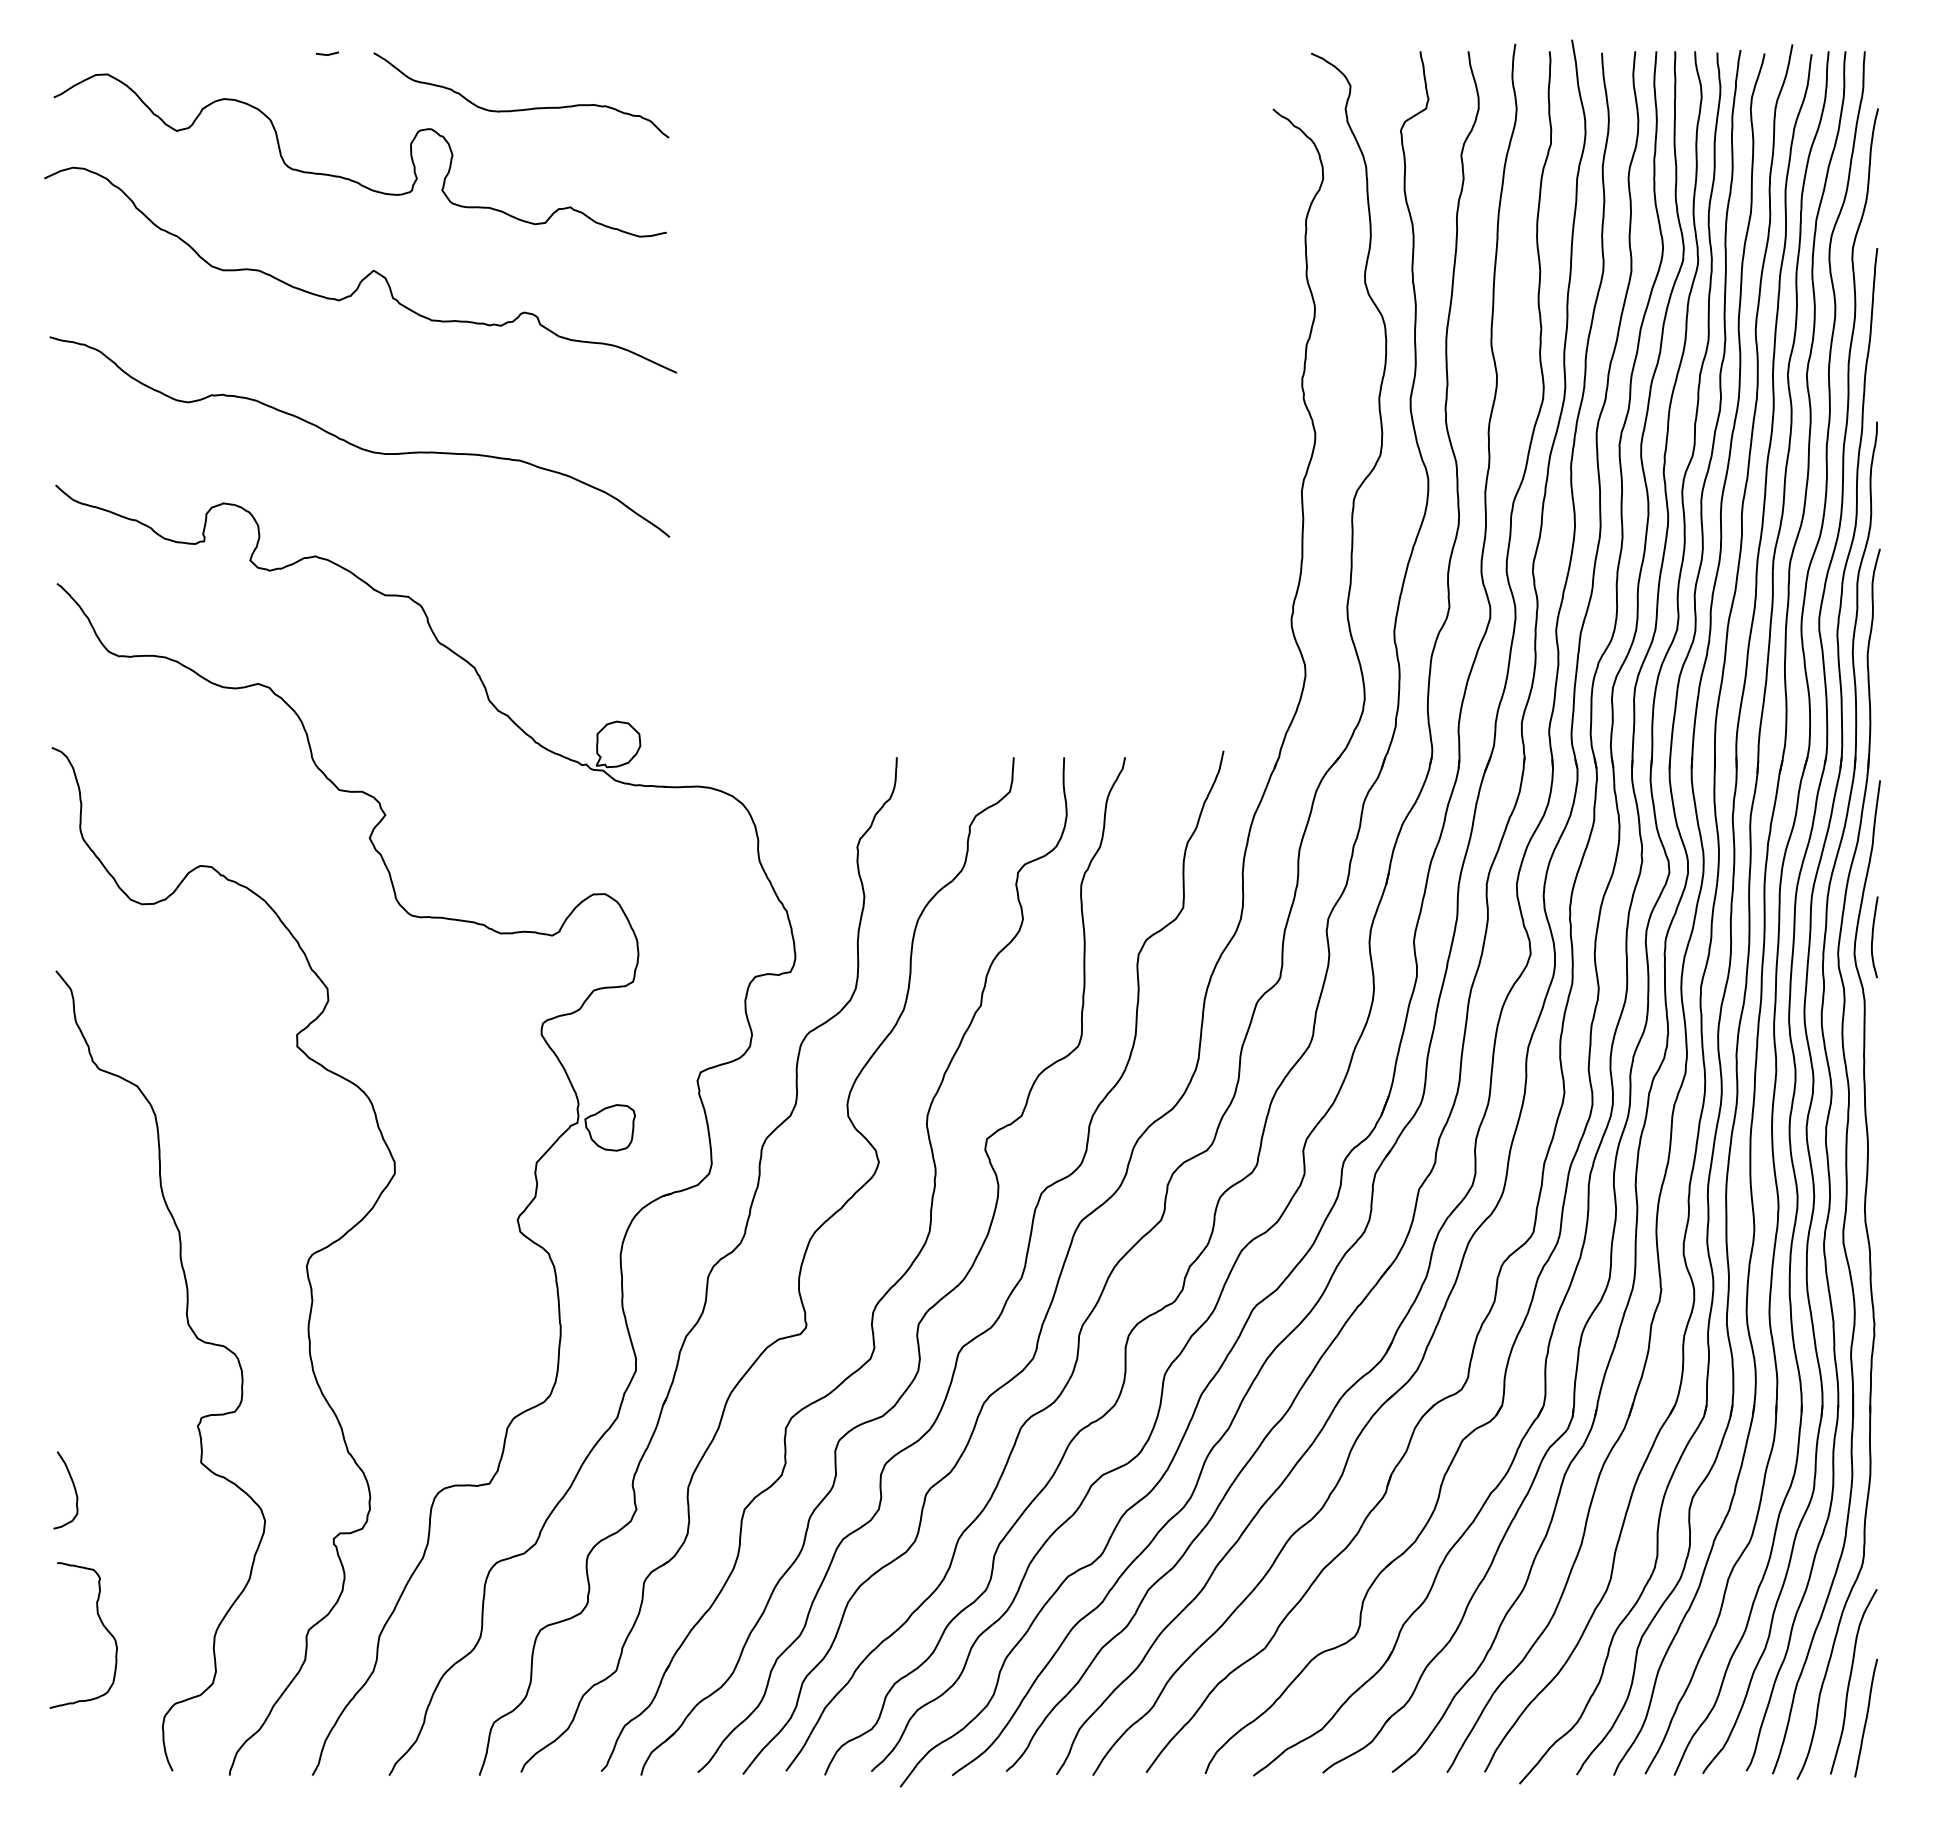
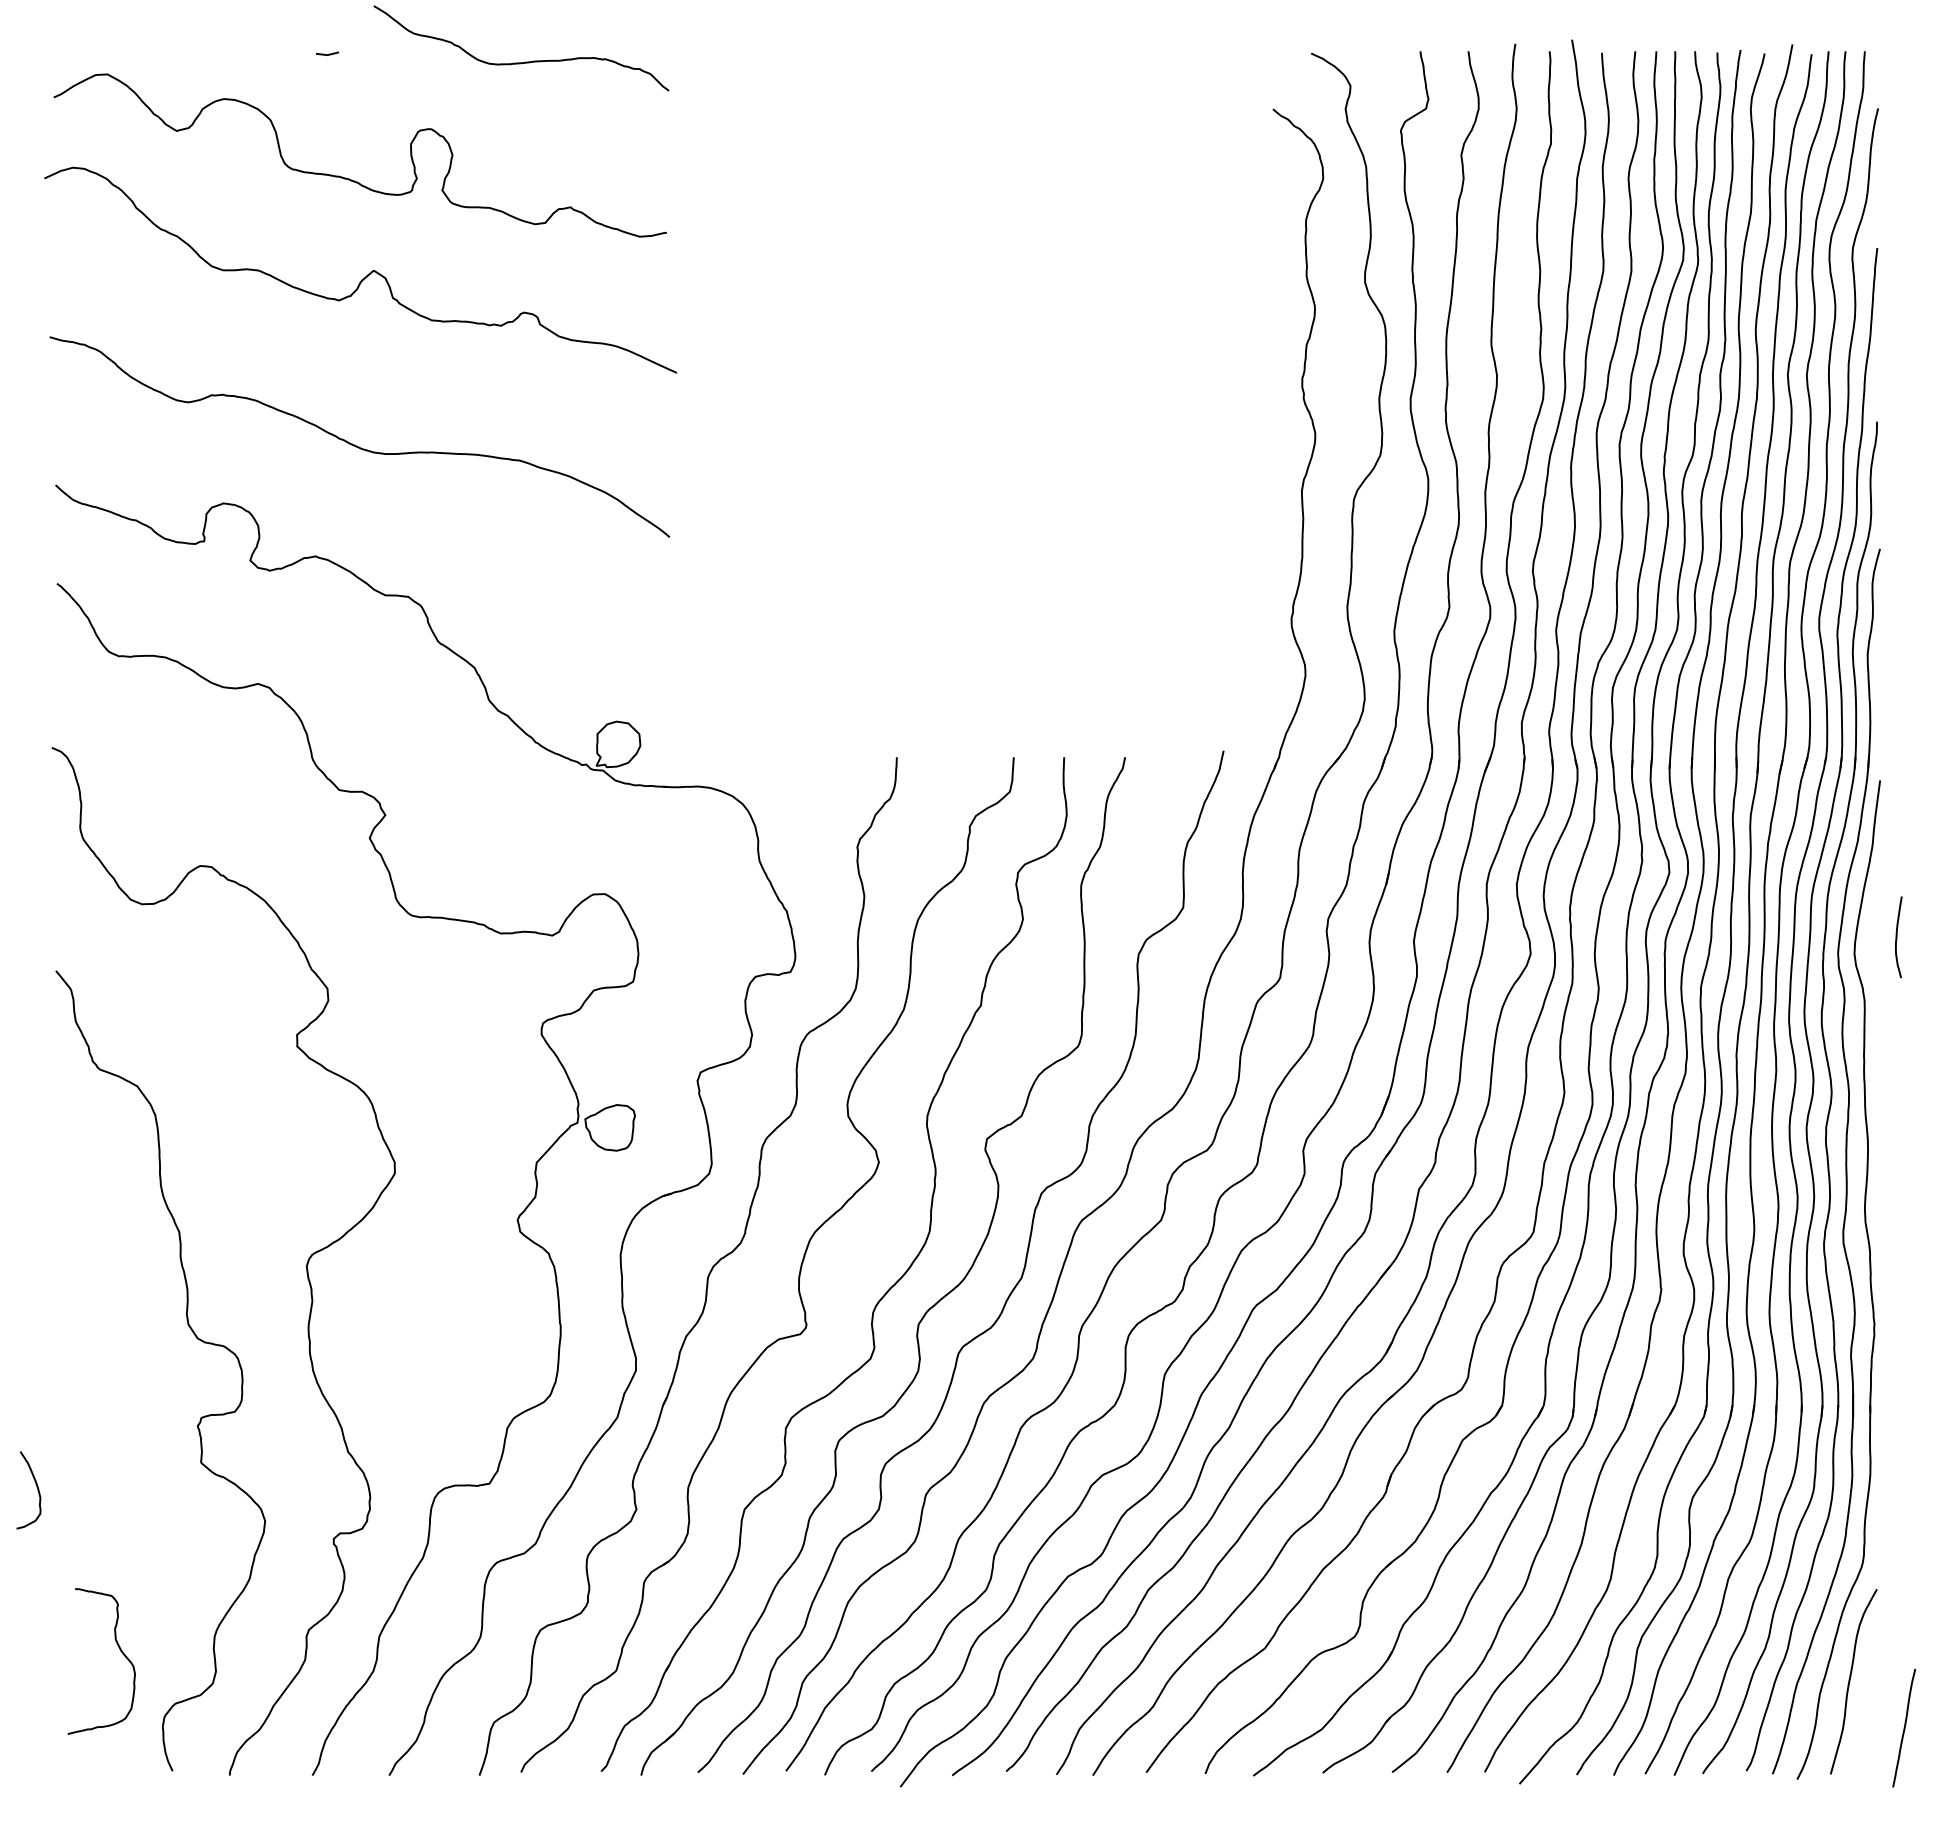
curve at (525, 108) position: (525, 108) -> (525, 61)
curve at (1873, 937) position: (1873, 937) -> (1897, 937)
curve at (73, 1487) position: (73, 1487) -> (36, 1487)
curve at (102, 1625) position: (102, 1625) -> (120, 1651)
curve at (1866, 1717) position: (1866, 1717) -> (1904, 1727)
